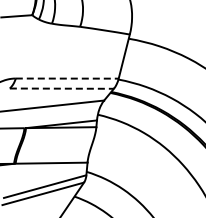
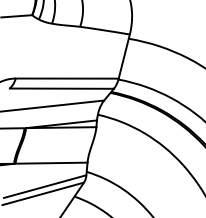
line at (67, 78): dashed -> solid
line at (62, 88): dashed -> solid
